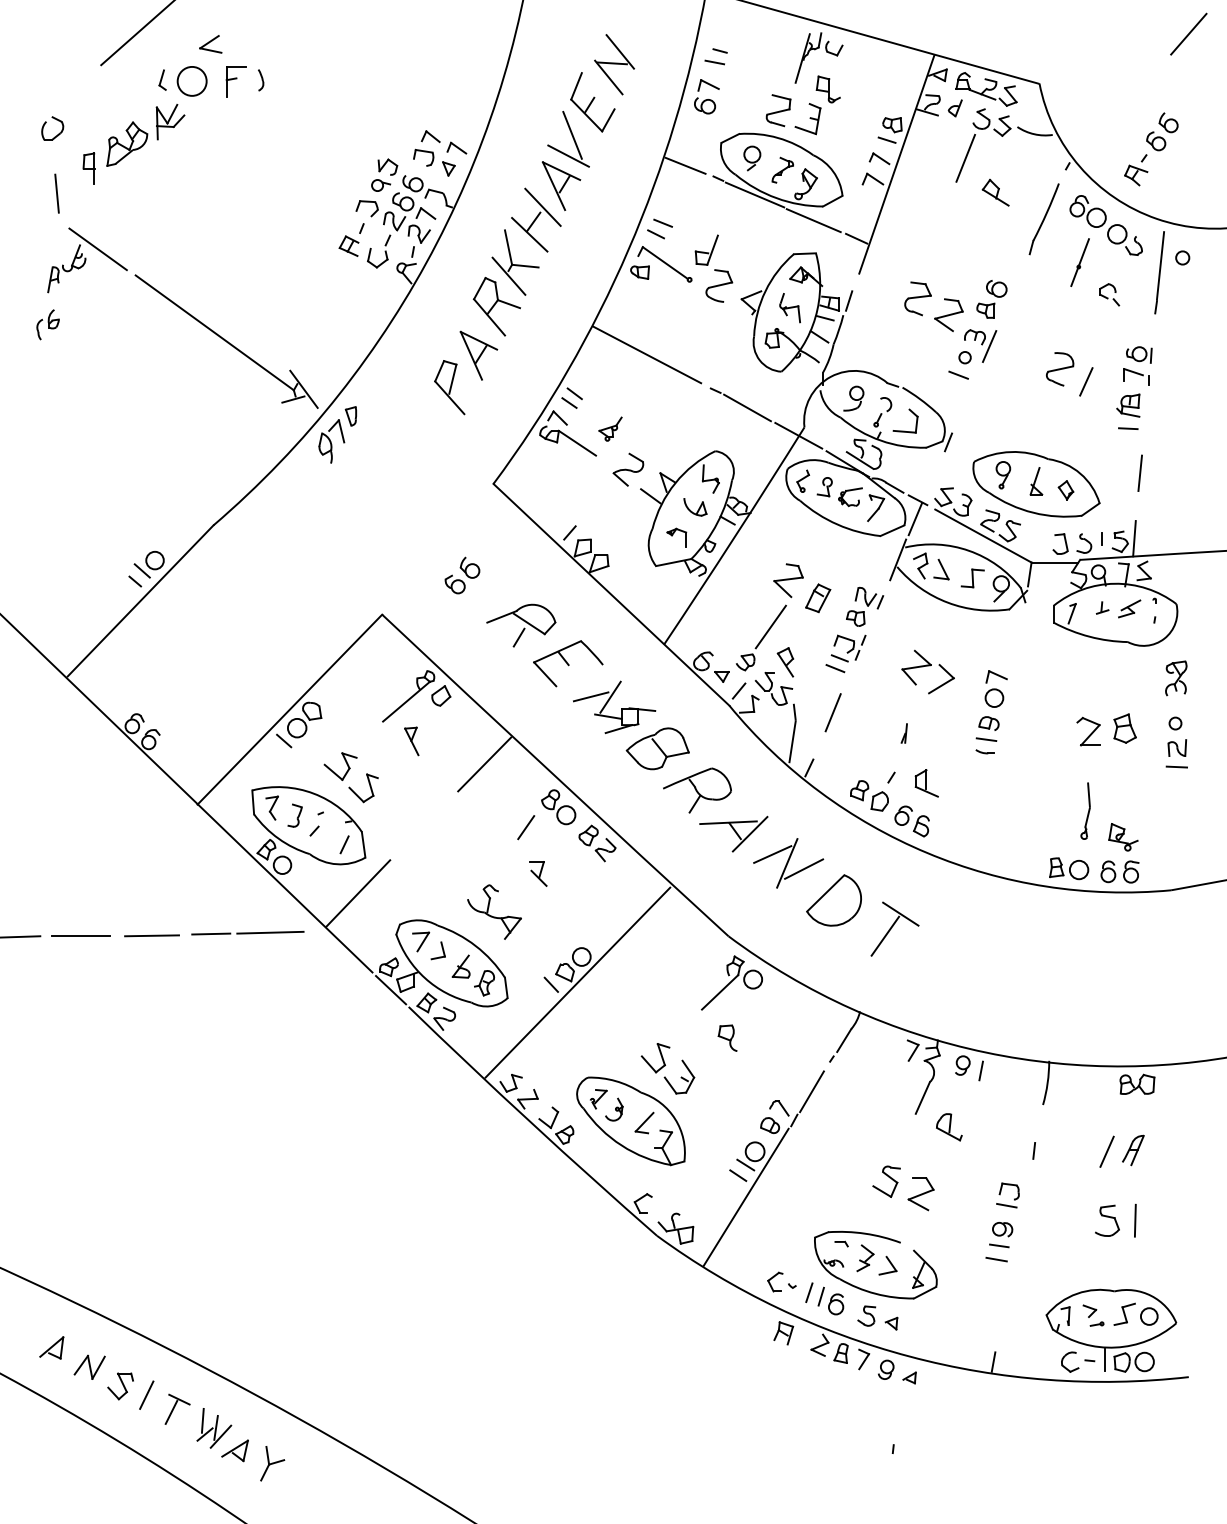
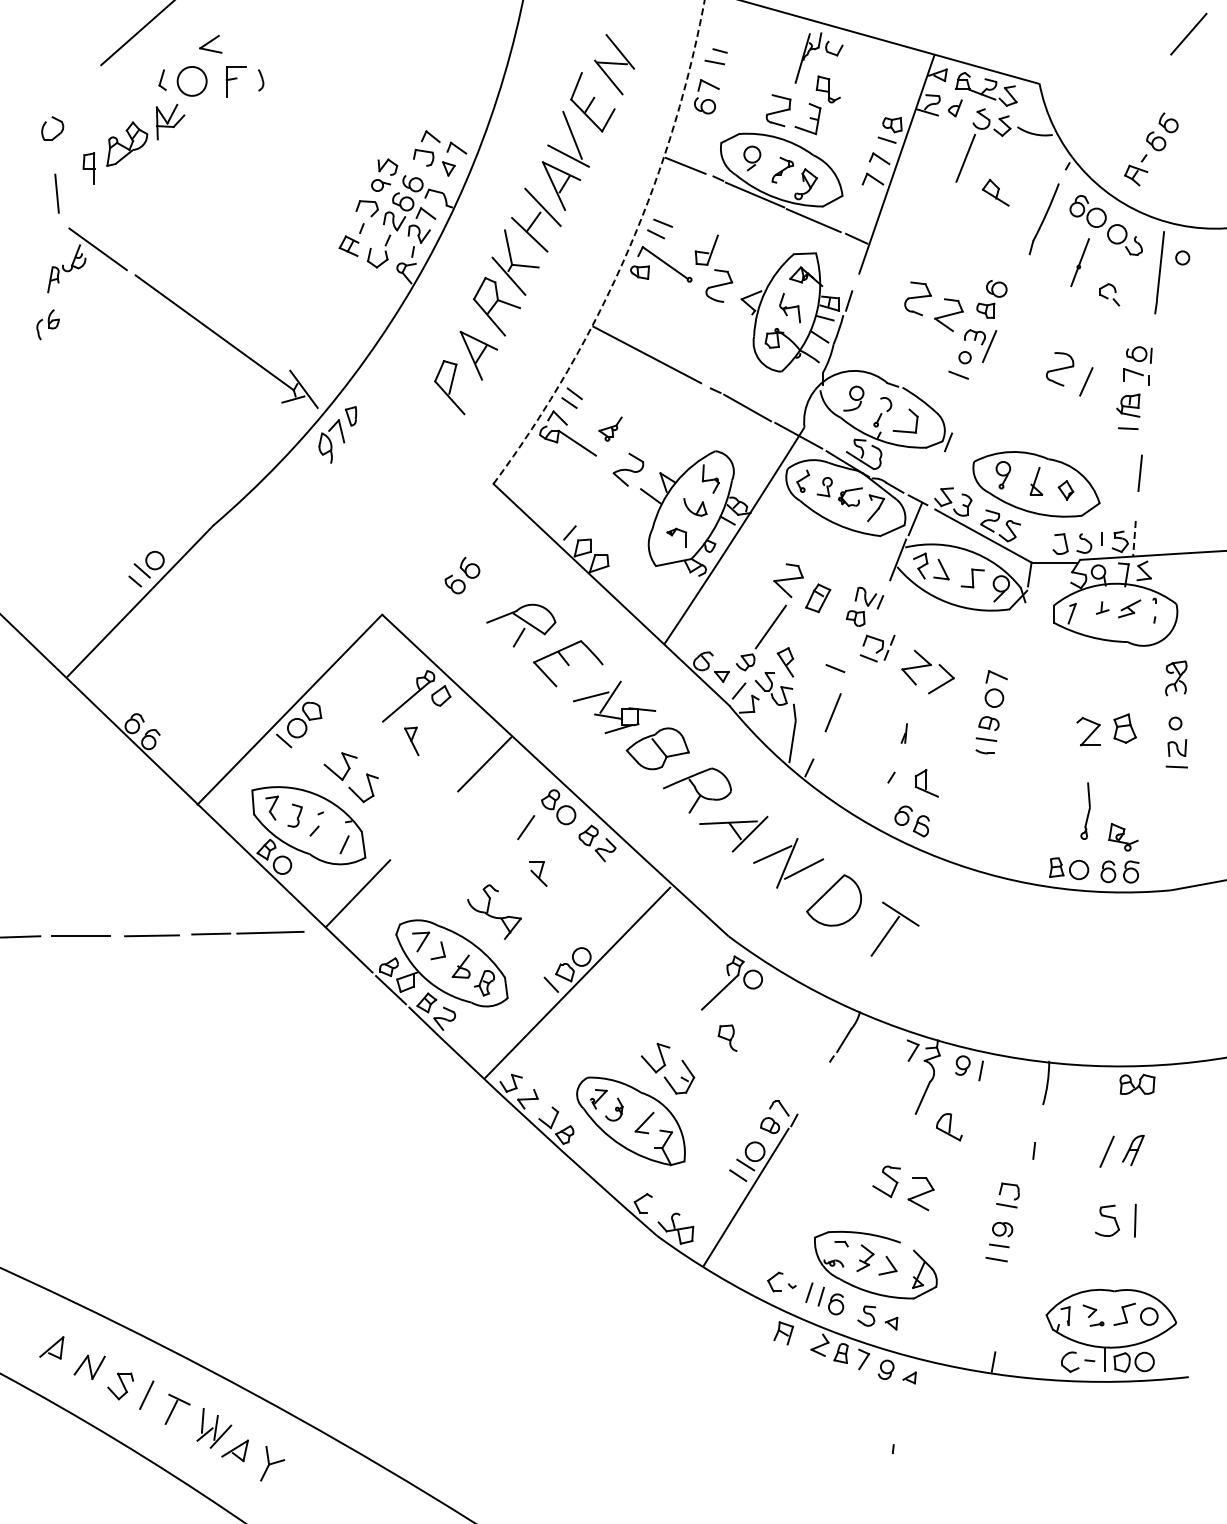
arc at (626, 253): solid -> dashed
line at (1134, 538): solid -> dashed
part at (848, 648) position: (848, 648) -> (877, 648)
part at (869, 795): present -> none
line at (811, 1091): present -> none
